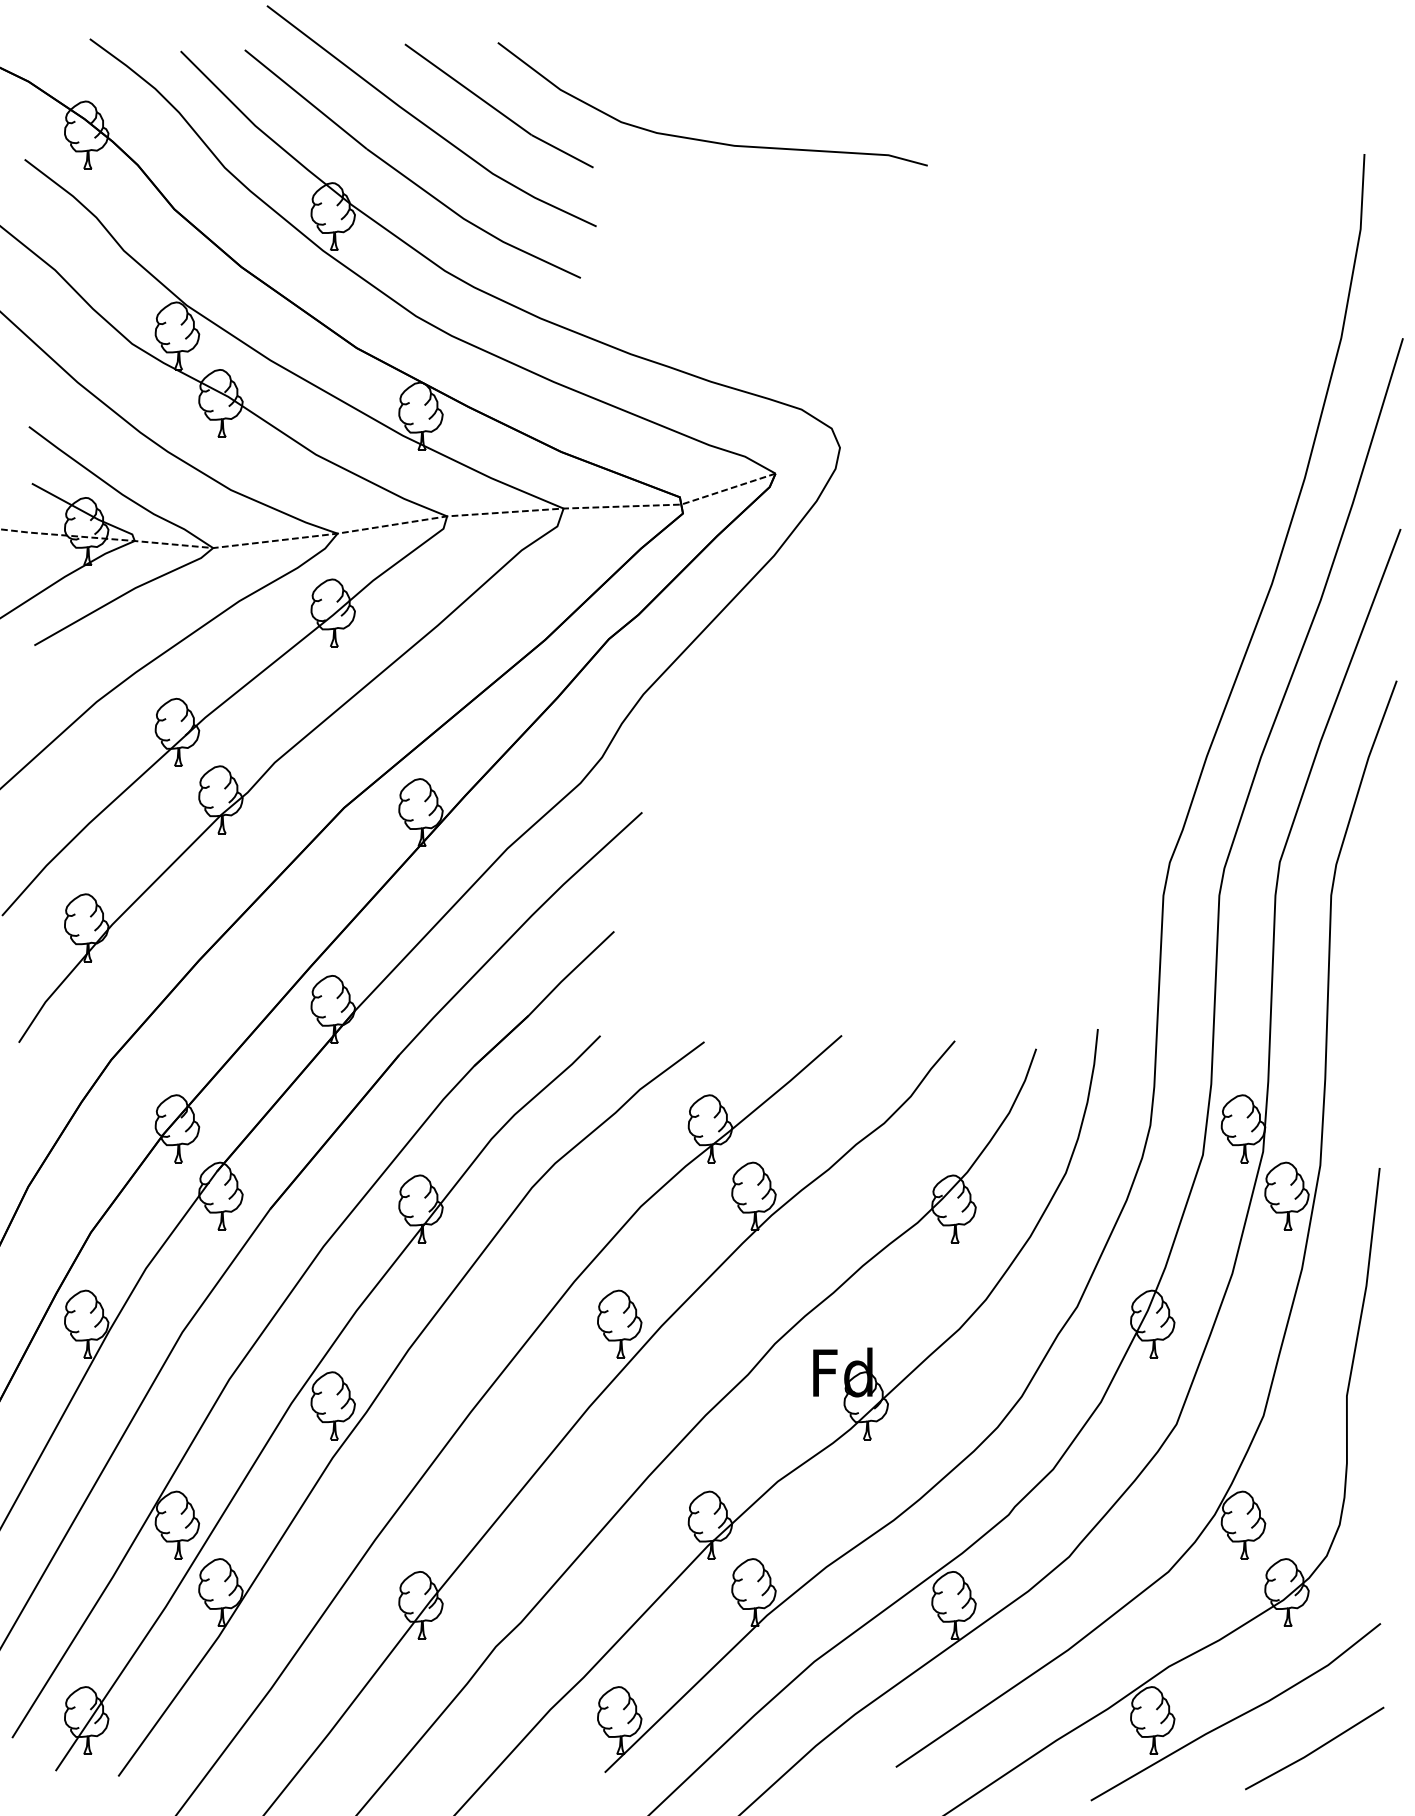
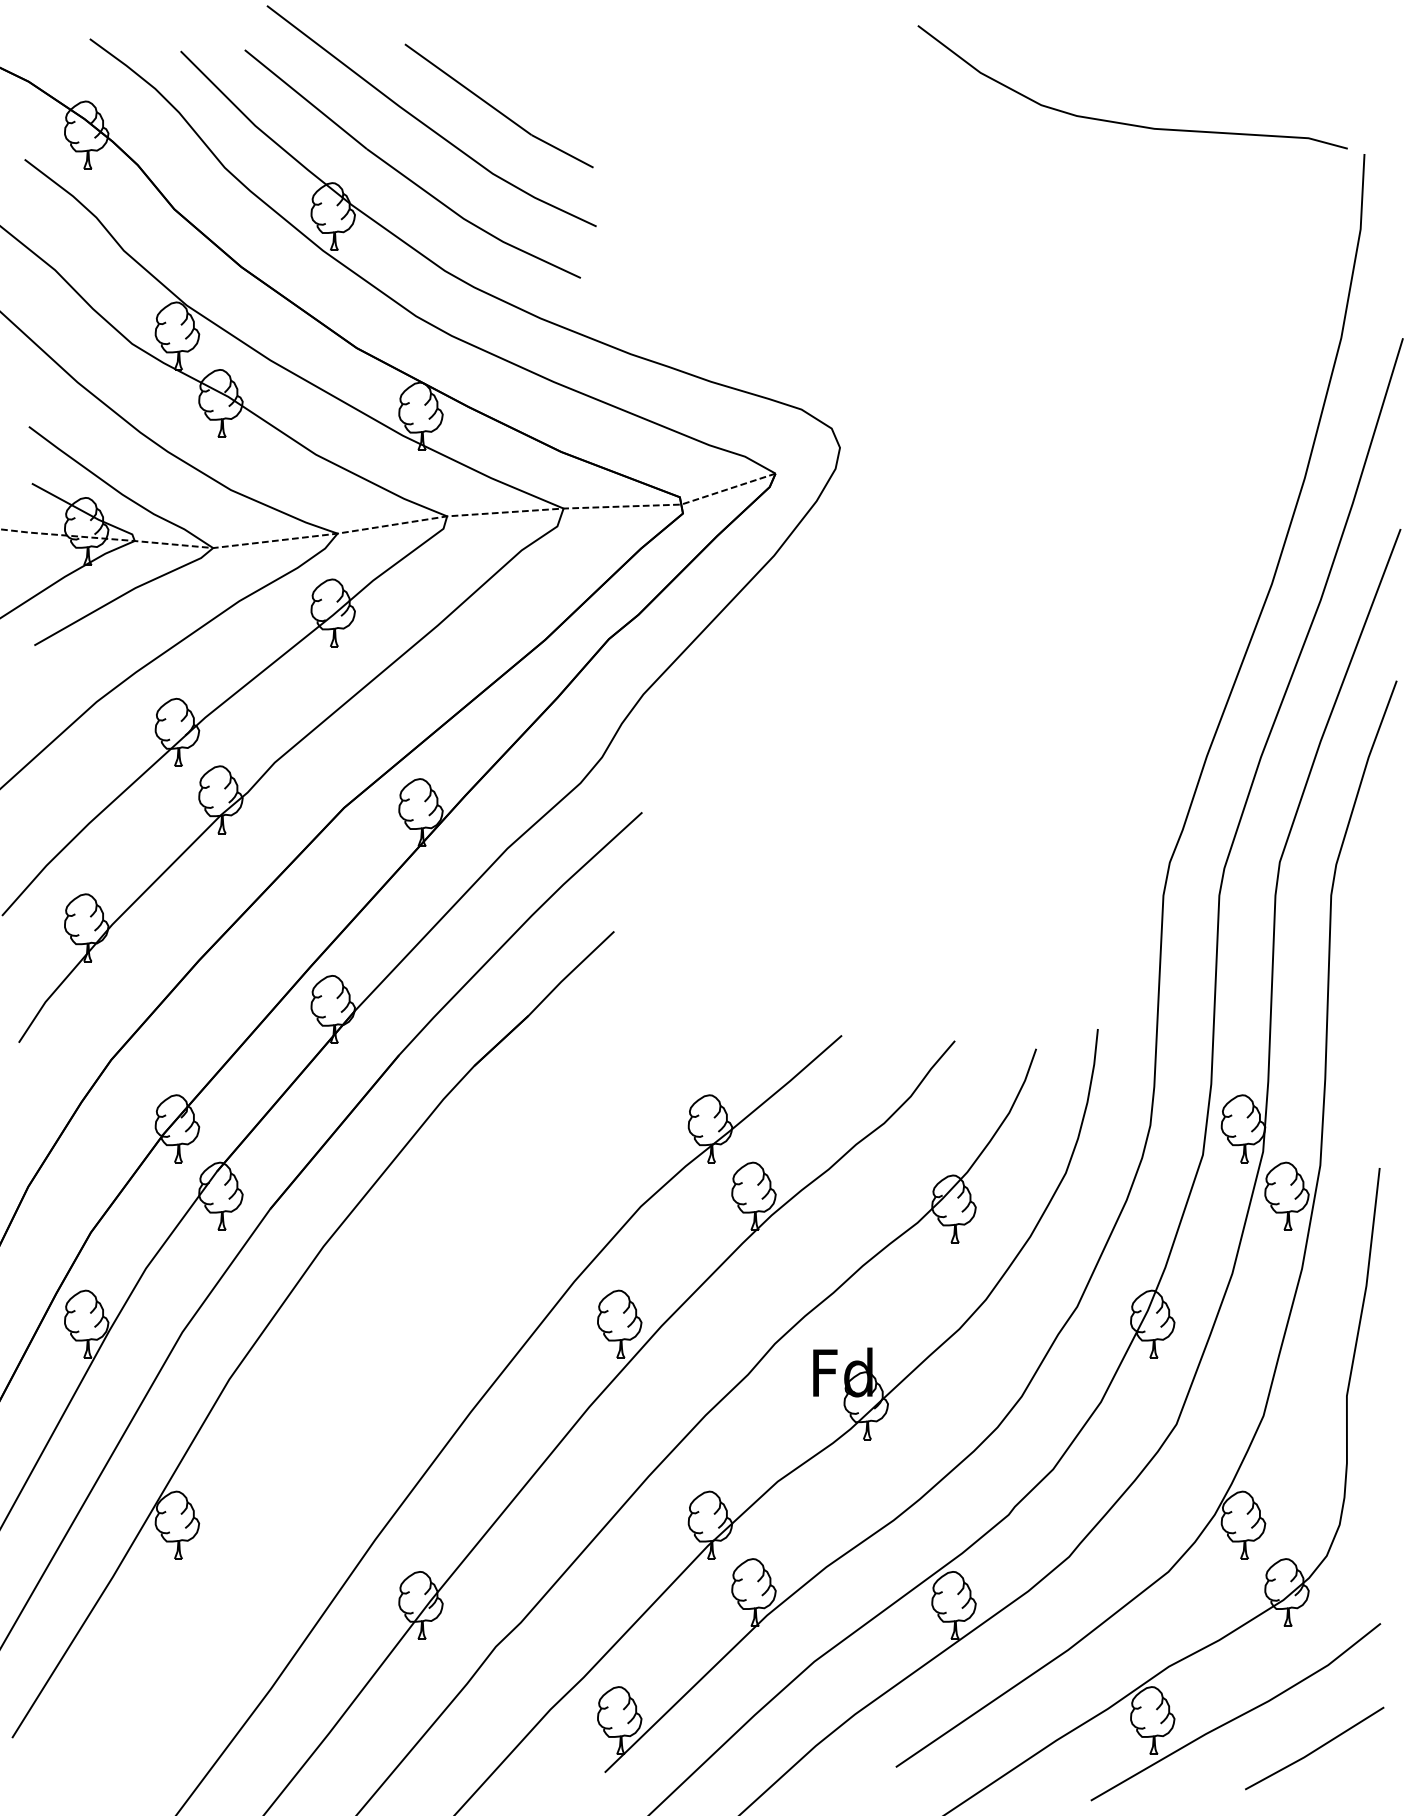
curve at (709, 140) position: (709, 140) -> (1129, 123)
part at (379, 1405): present -> none
